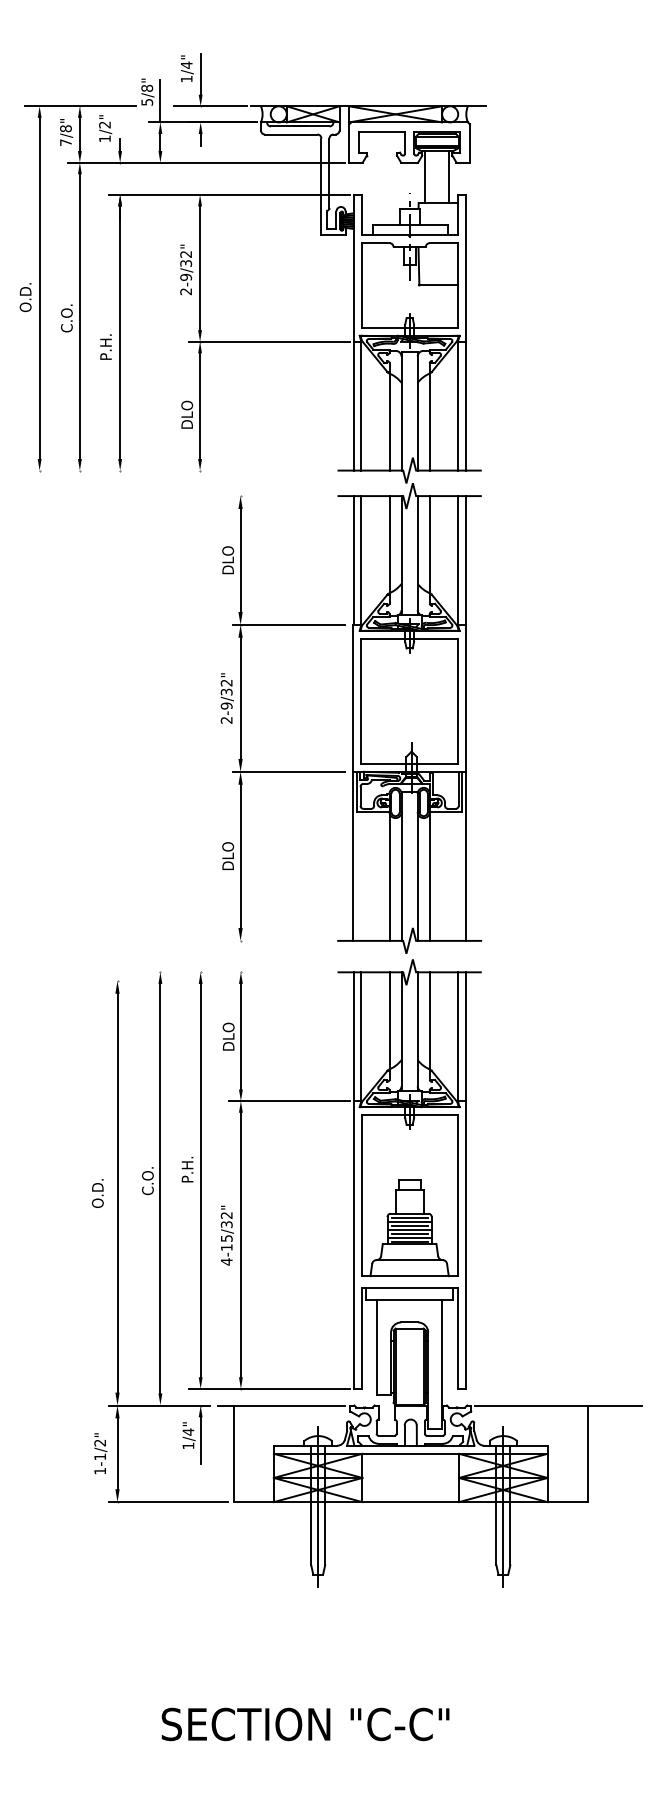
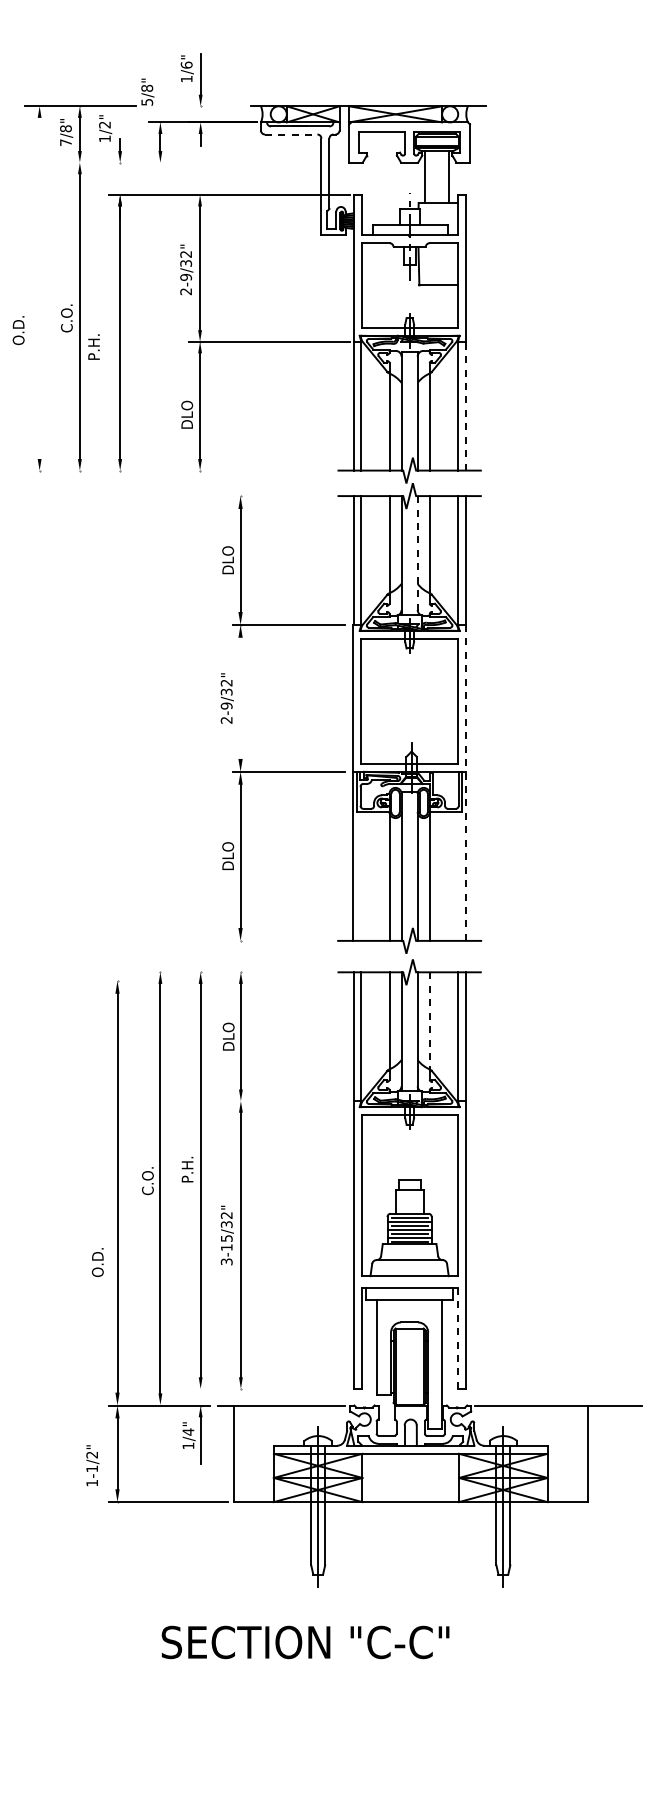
text at (186, 64): 1/4" -> 1/6"
line at (160, 100): present -> none
line at (209, 106): present -> none
line at (291, 134): solid -> dashed
line at (206, 162): present -> none
line at (39, 289): present -> none
text at (25, 297) position: (25, 297) -> (18, 330)
text at (105, 346) position: (105, 346) -> (93, 346)
line at (465, 405): solid -> dashed
line at (417, 555): solid -> dashed
line at (240, 697): present -> none
line at (466, 782): solid -> dashed
line at (429, 1020): solid -> dashed
line at (289, 1101): present -> none
text at (97, 1193) position: (97, 1193) -> (97, 1262)
text at (226, 1261): 4-15/32" -> 3-15/32"
line at (457, 1338): solid -> dashed
line at (269, 1388): present -> none
text at (100, 1453) position: (100, 1453) -> (92, 1465)
text at (305, 1724) position: (305, 1724) -> (305, 1642)
